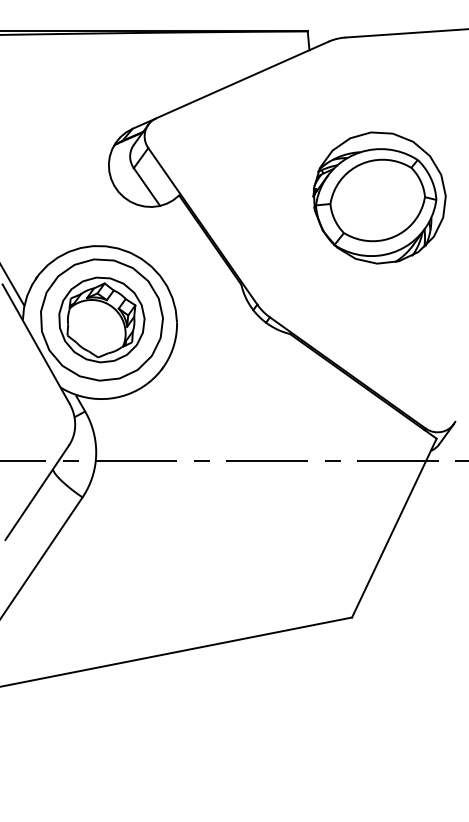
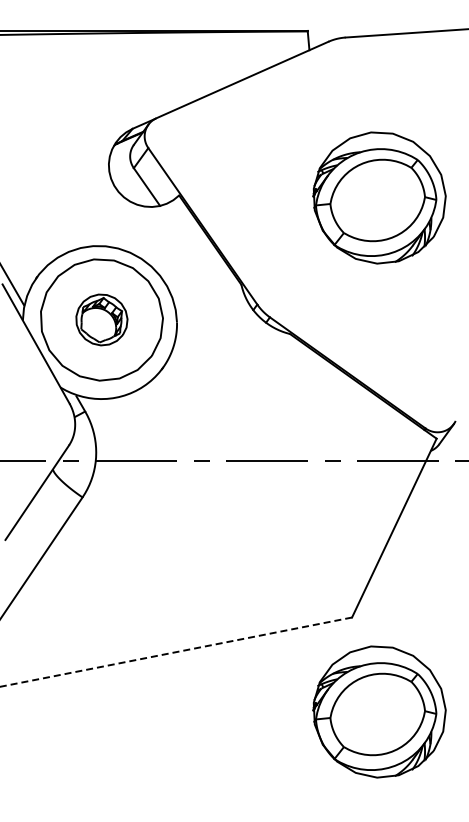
part at (101, 319) size: 88x88 px -> 54x54 px
line at (175, 652): solid -> dashed
part at (379, 711): none -> present
